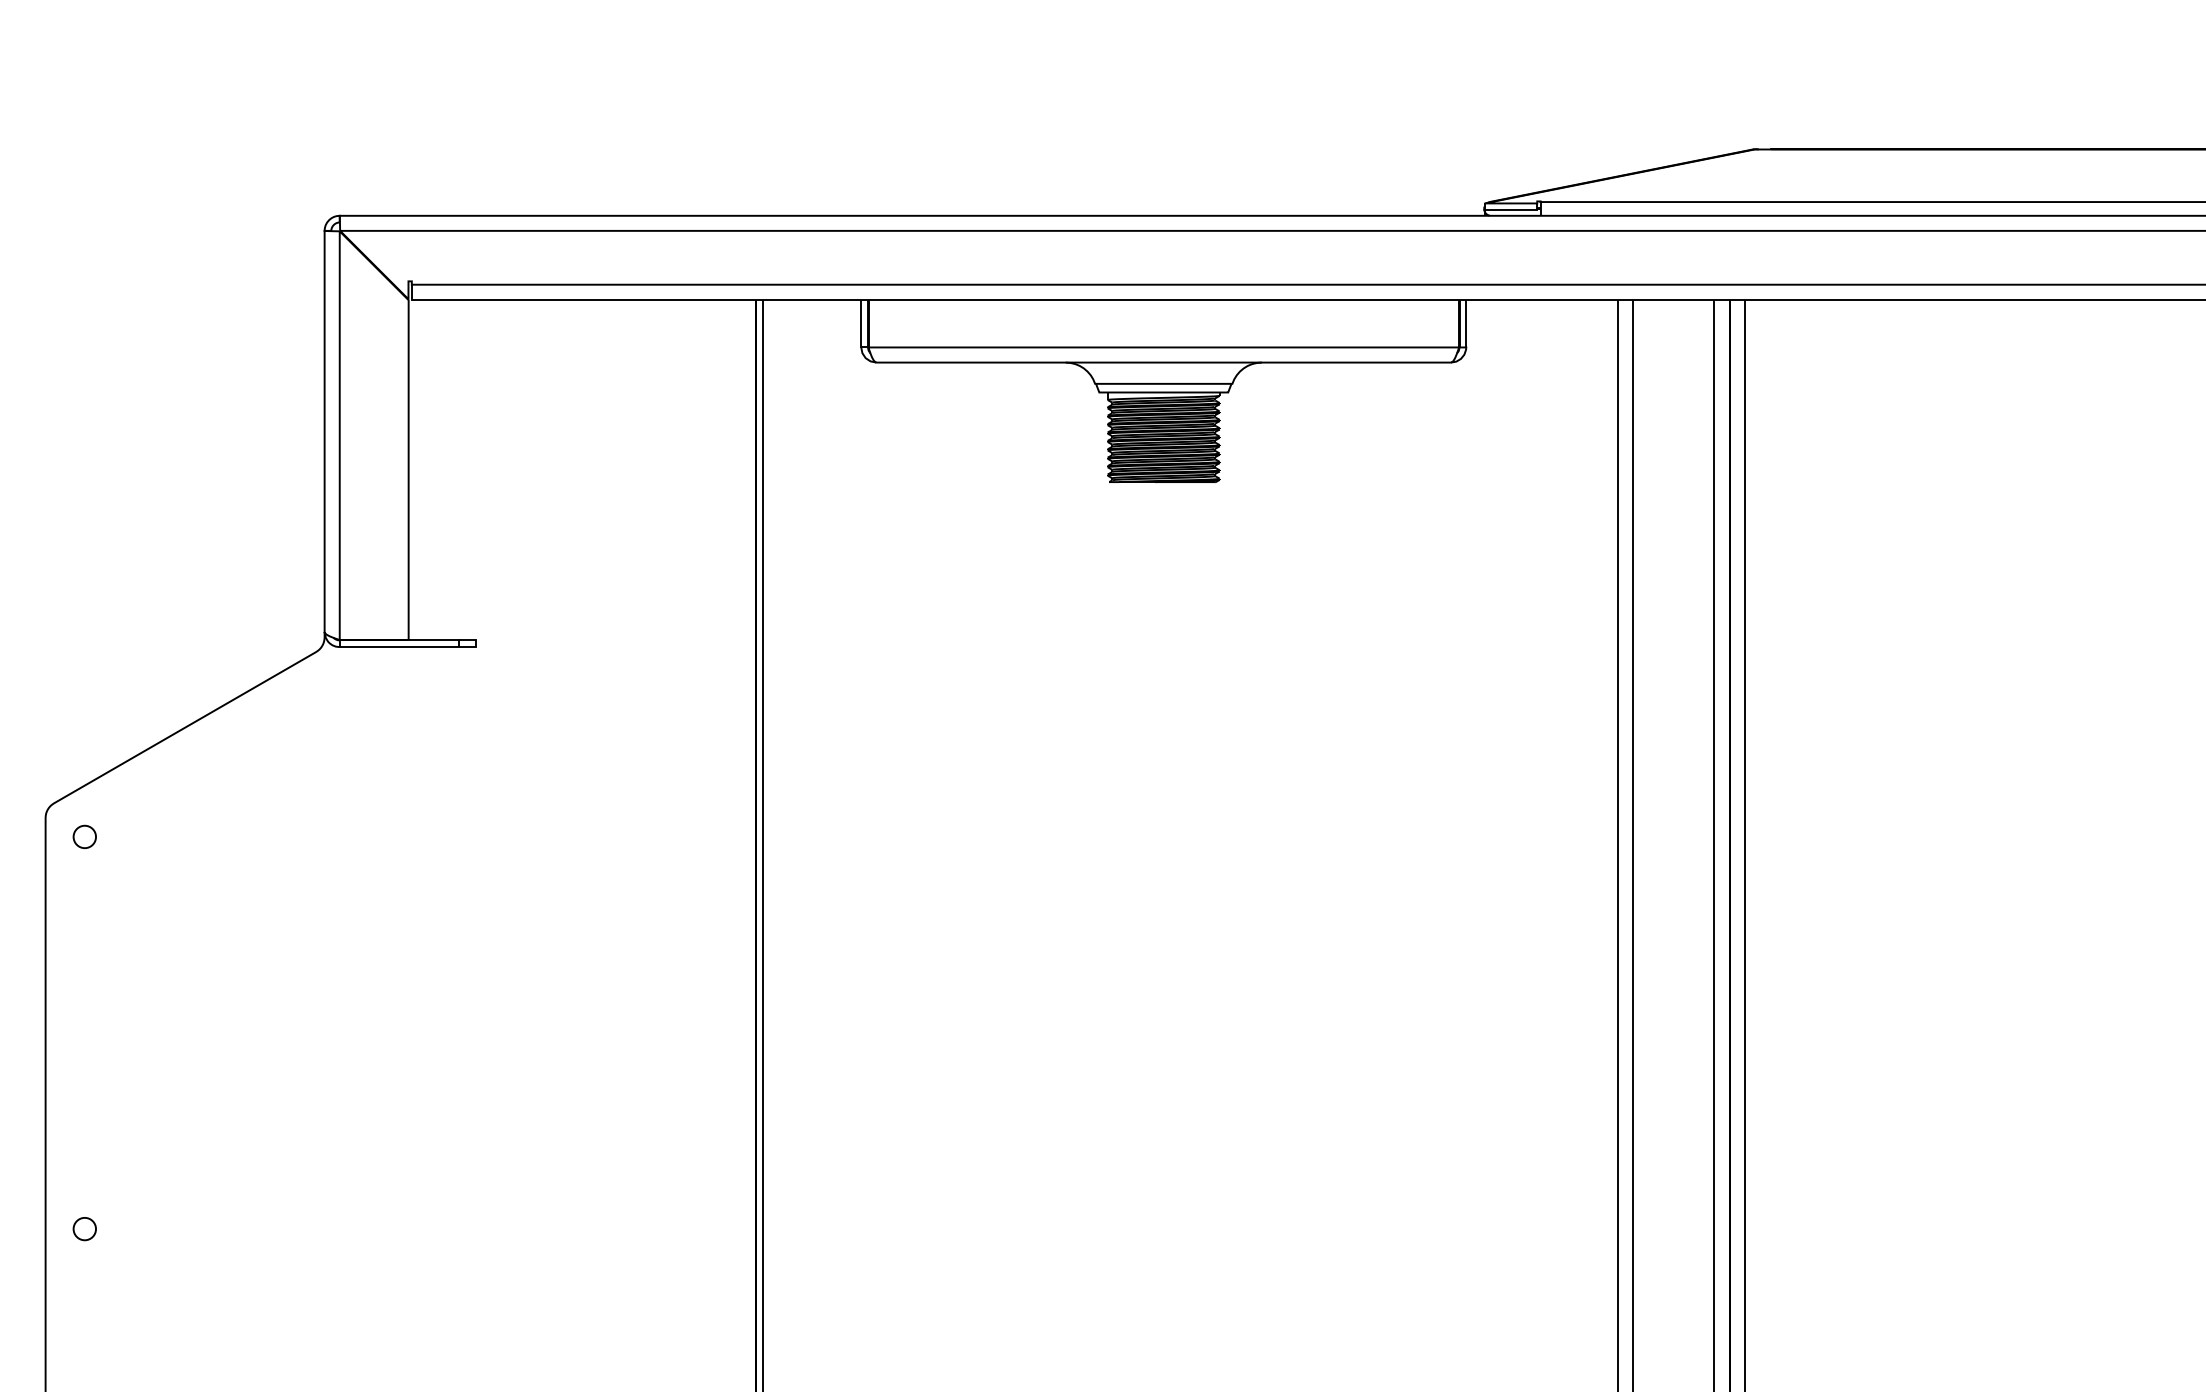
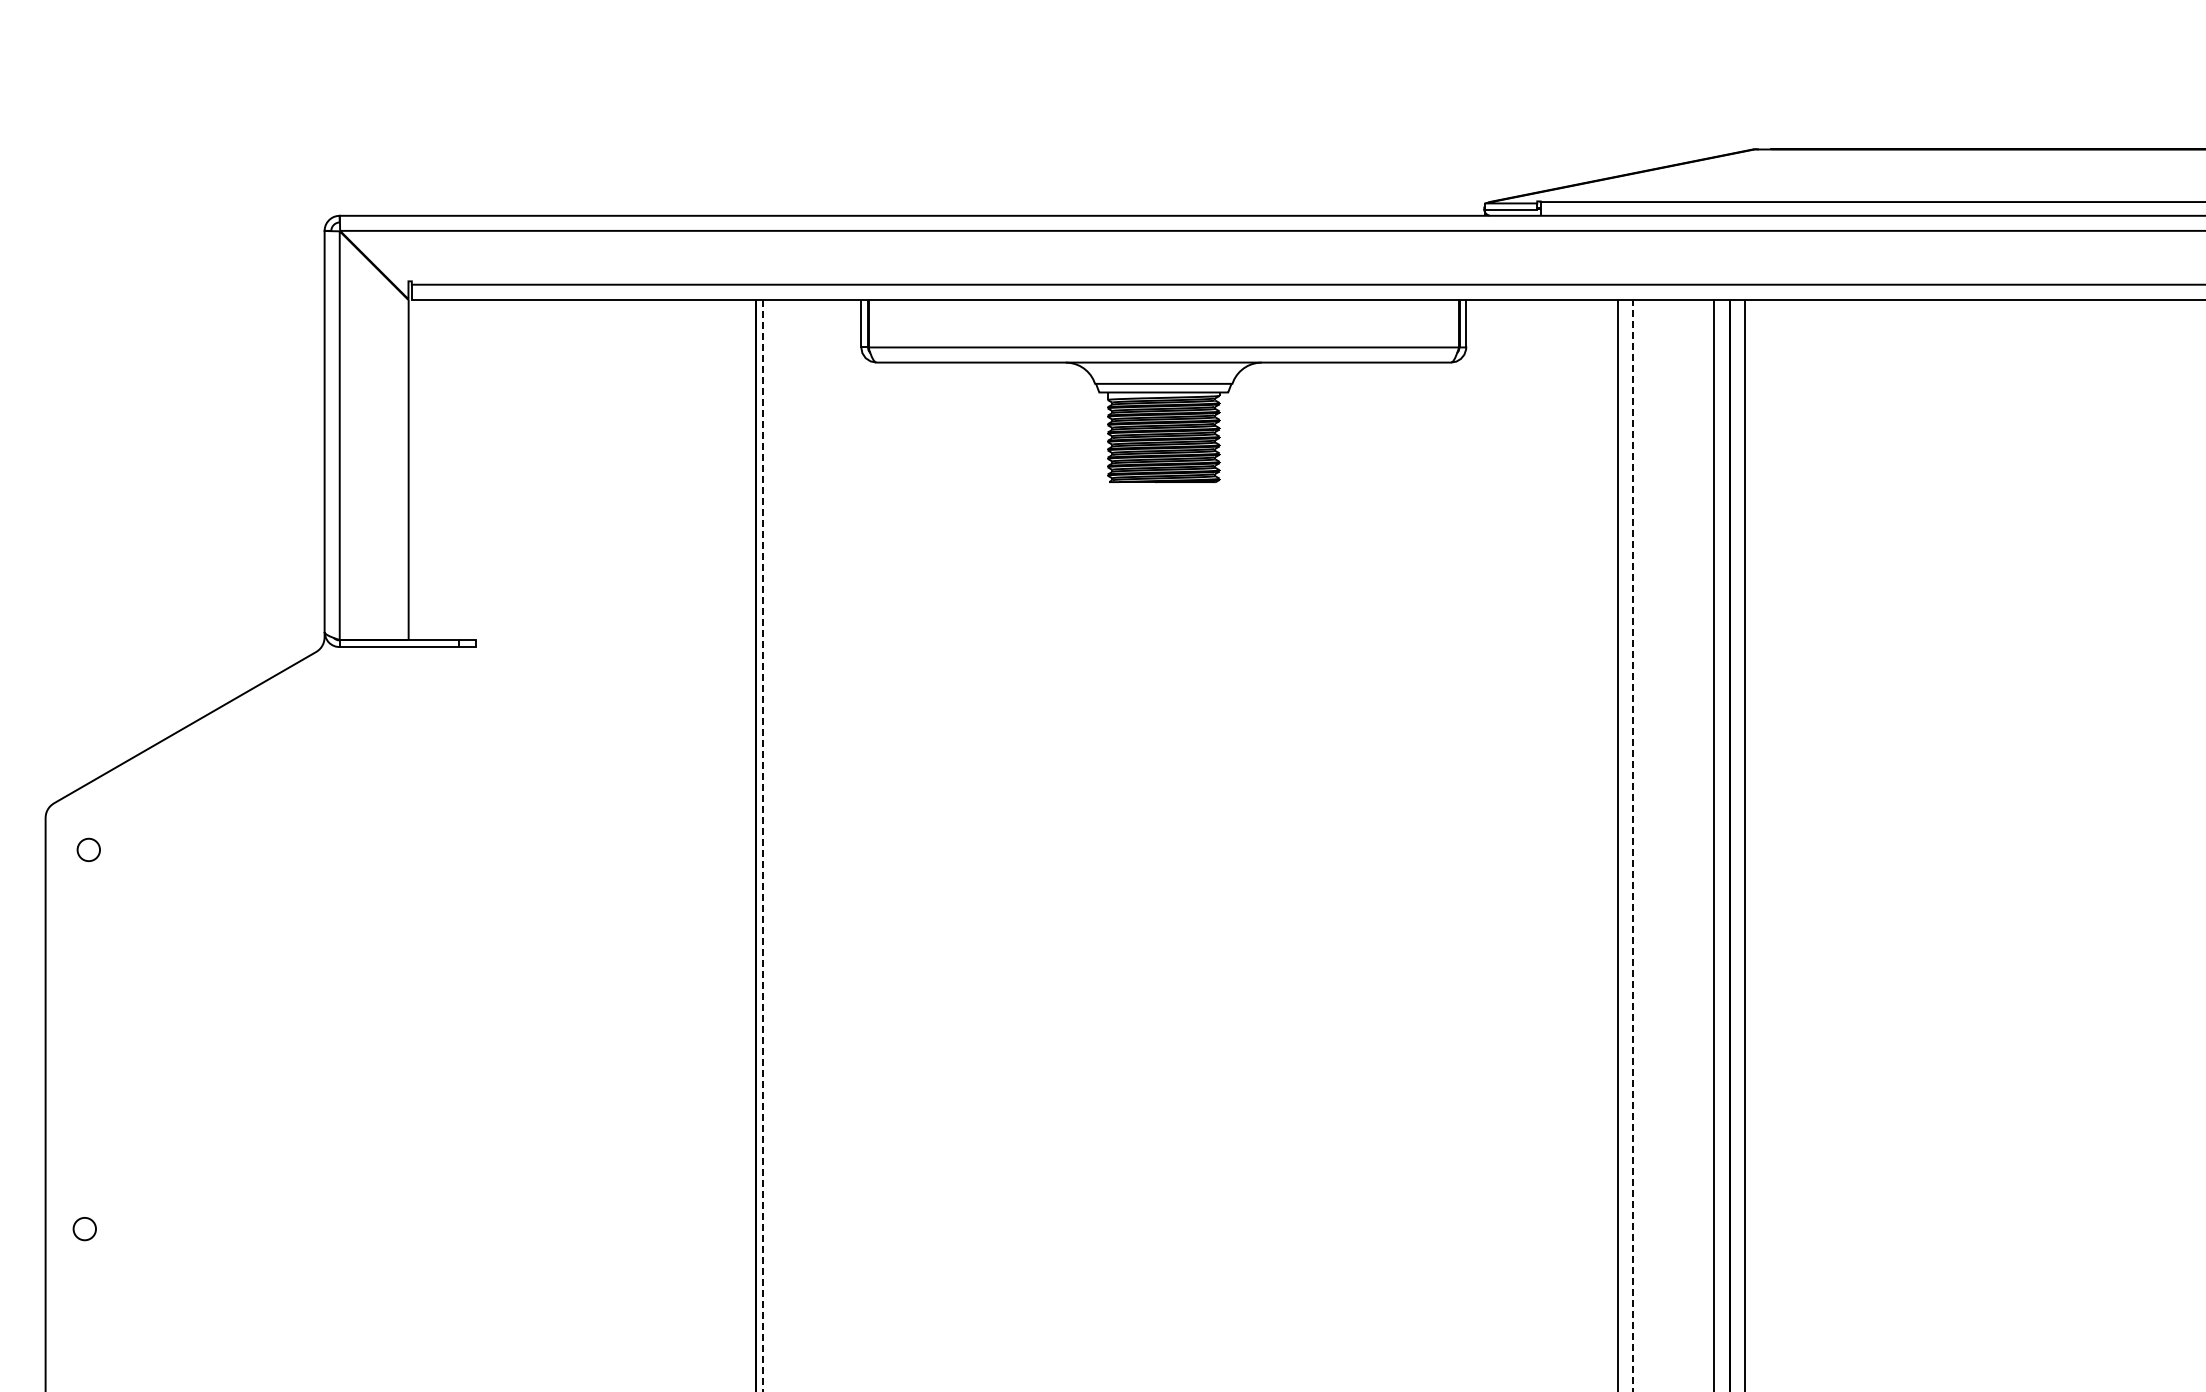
circle at (84, 836) position: (84, 836) -> (88, 849)
line at (762, 845): solid -> dashed
line at (1632, 845): solid -> dashed
